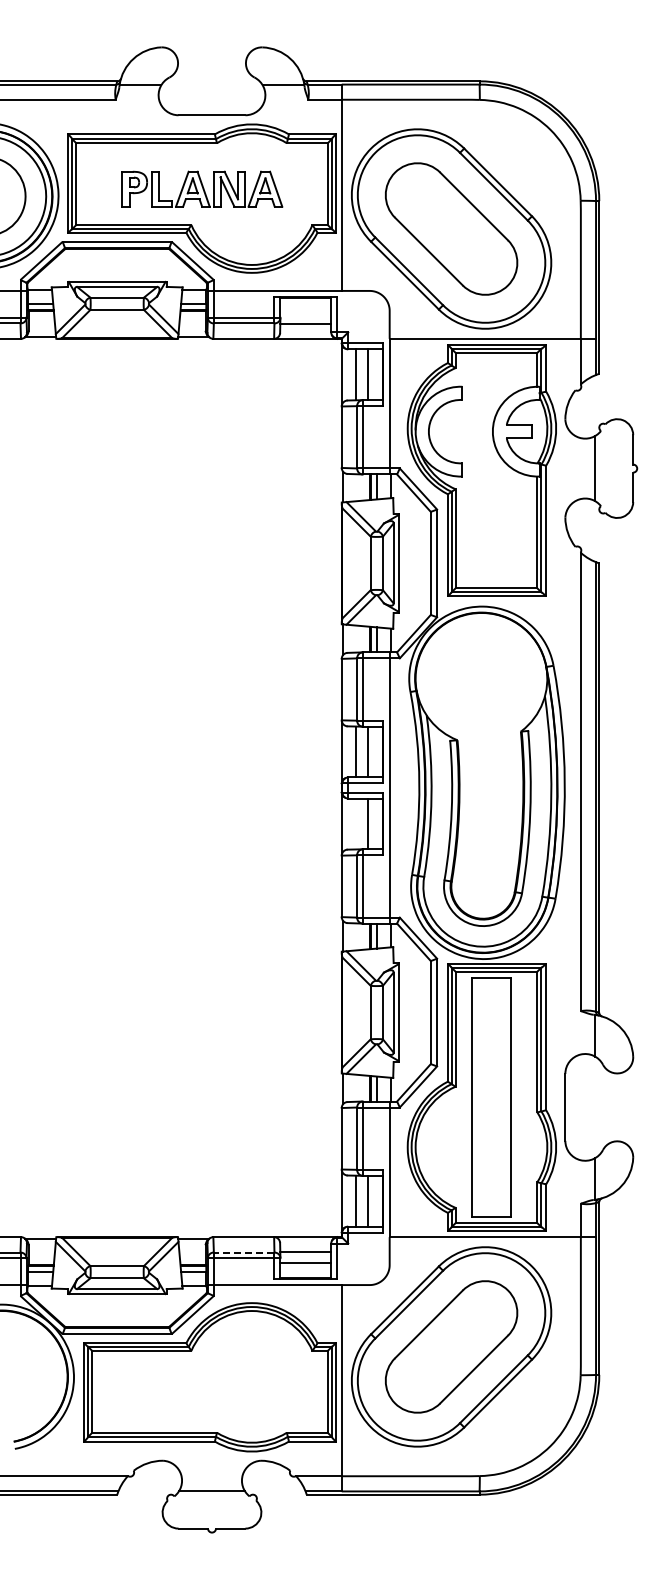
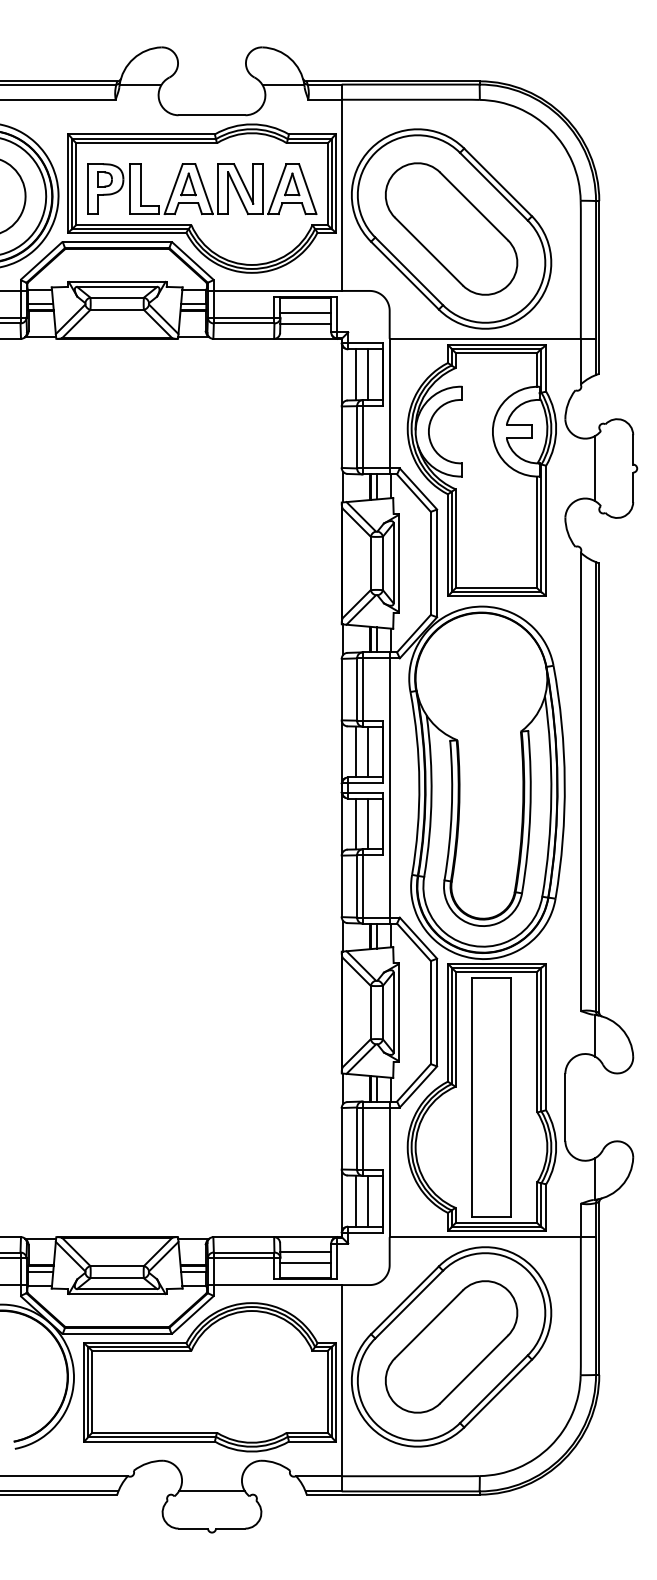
part at (202, 188) size: 163x38 px -> 231x53 px
line at (305, 312): none -> present
line at (356, 823): none -> present
line at (243, 1252): dashed -> solid
